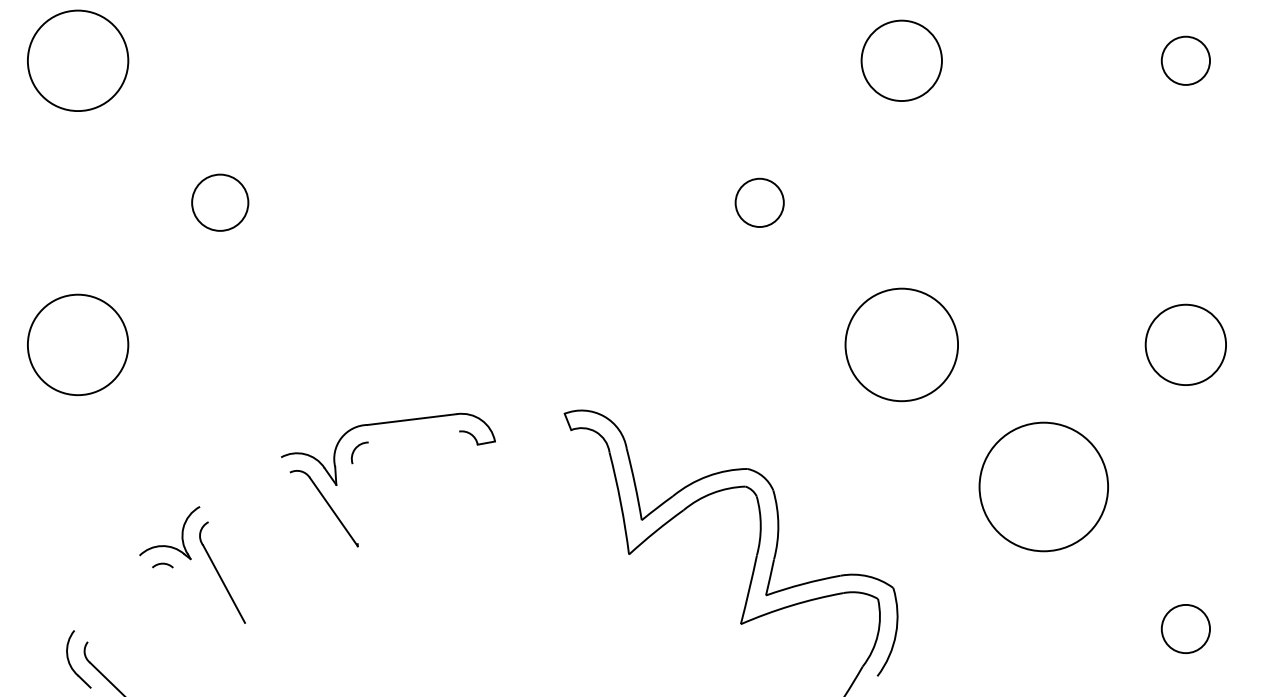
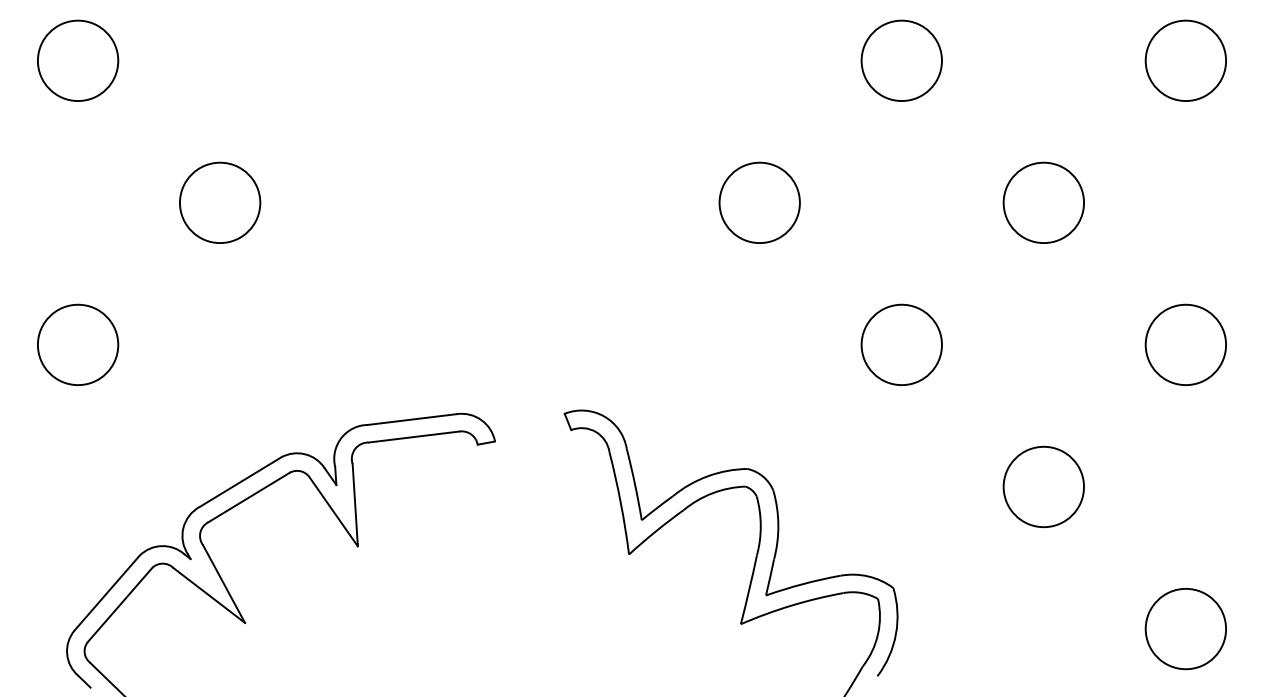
circle at (77, 60) diameter: 100 px -> 80 px
circle at (1185, 60) diameter: 48 px -> 80 px
circle at (220, 202) size: 59x59 px -> 83x83 px
circle at (759, 202) diameter: 48 px -> 80 px
circle at (1043, 202): none -> present
circle at (77, 344) diameter: 100 px -> 80 px
circle at (901, 344) diameter: 112 px -> 80 px
line at (413, 436): none -> present
line at (240, 481): none -> present
circle at (1043, 486) diameter: 129 px -> 80 px
line at (248, 497): none -> present
line at (354, 504): none -> present
line at (106, 592): none -> present
line at (209, 594): none -> present
line at (119, 604): none -> present
circle at (1185, 628) diameter: 48 px -> 80 px
